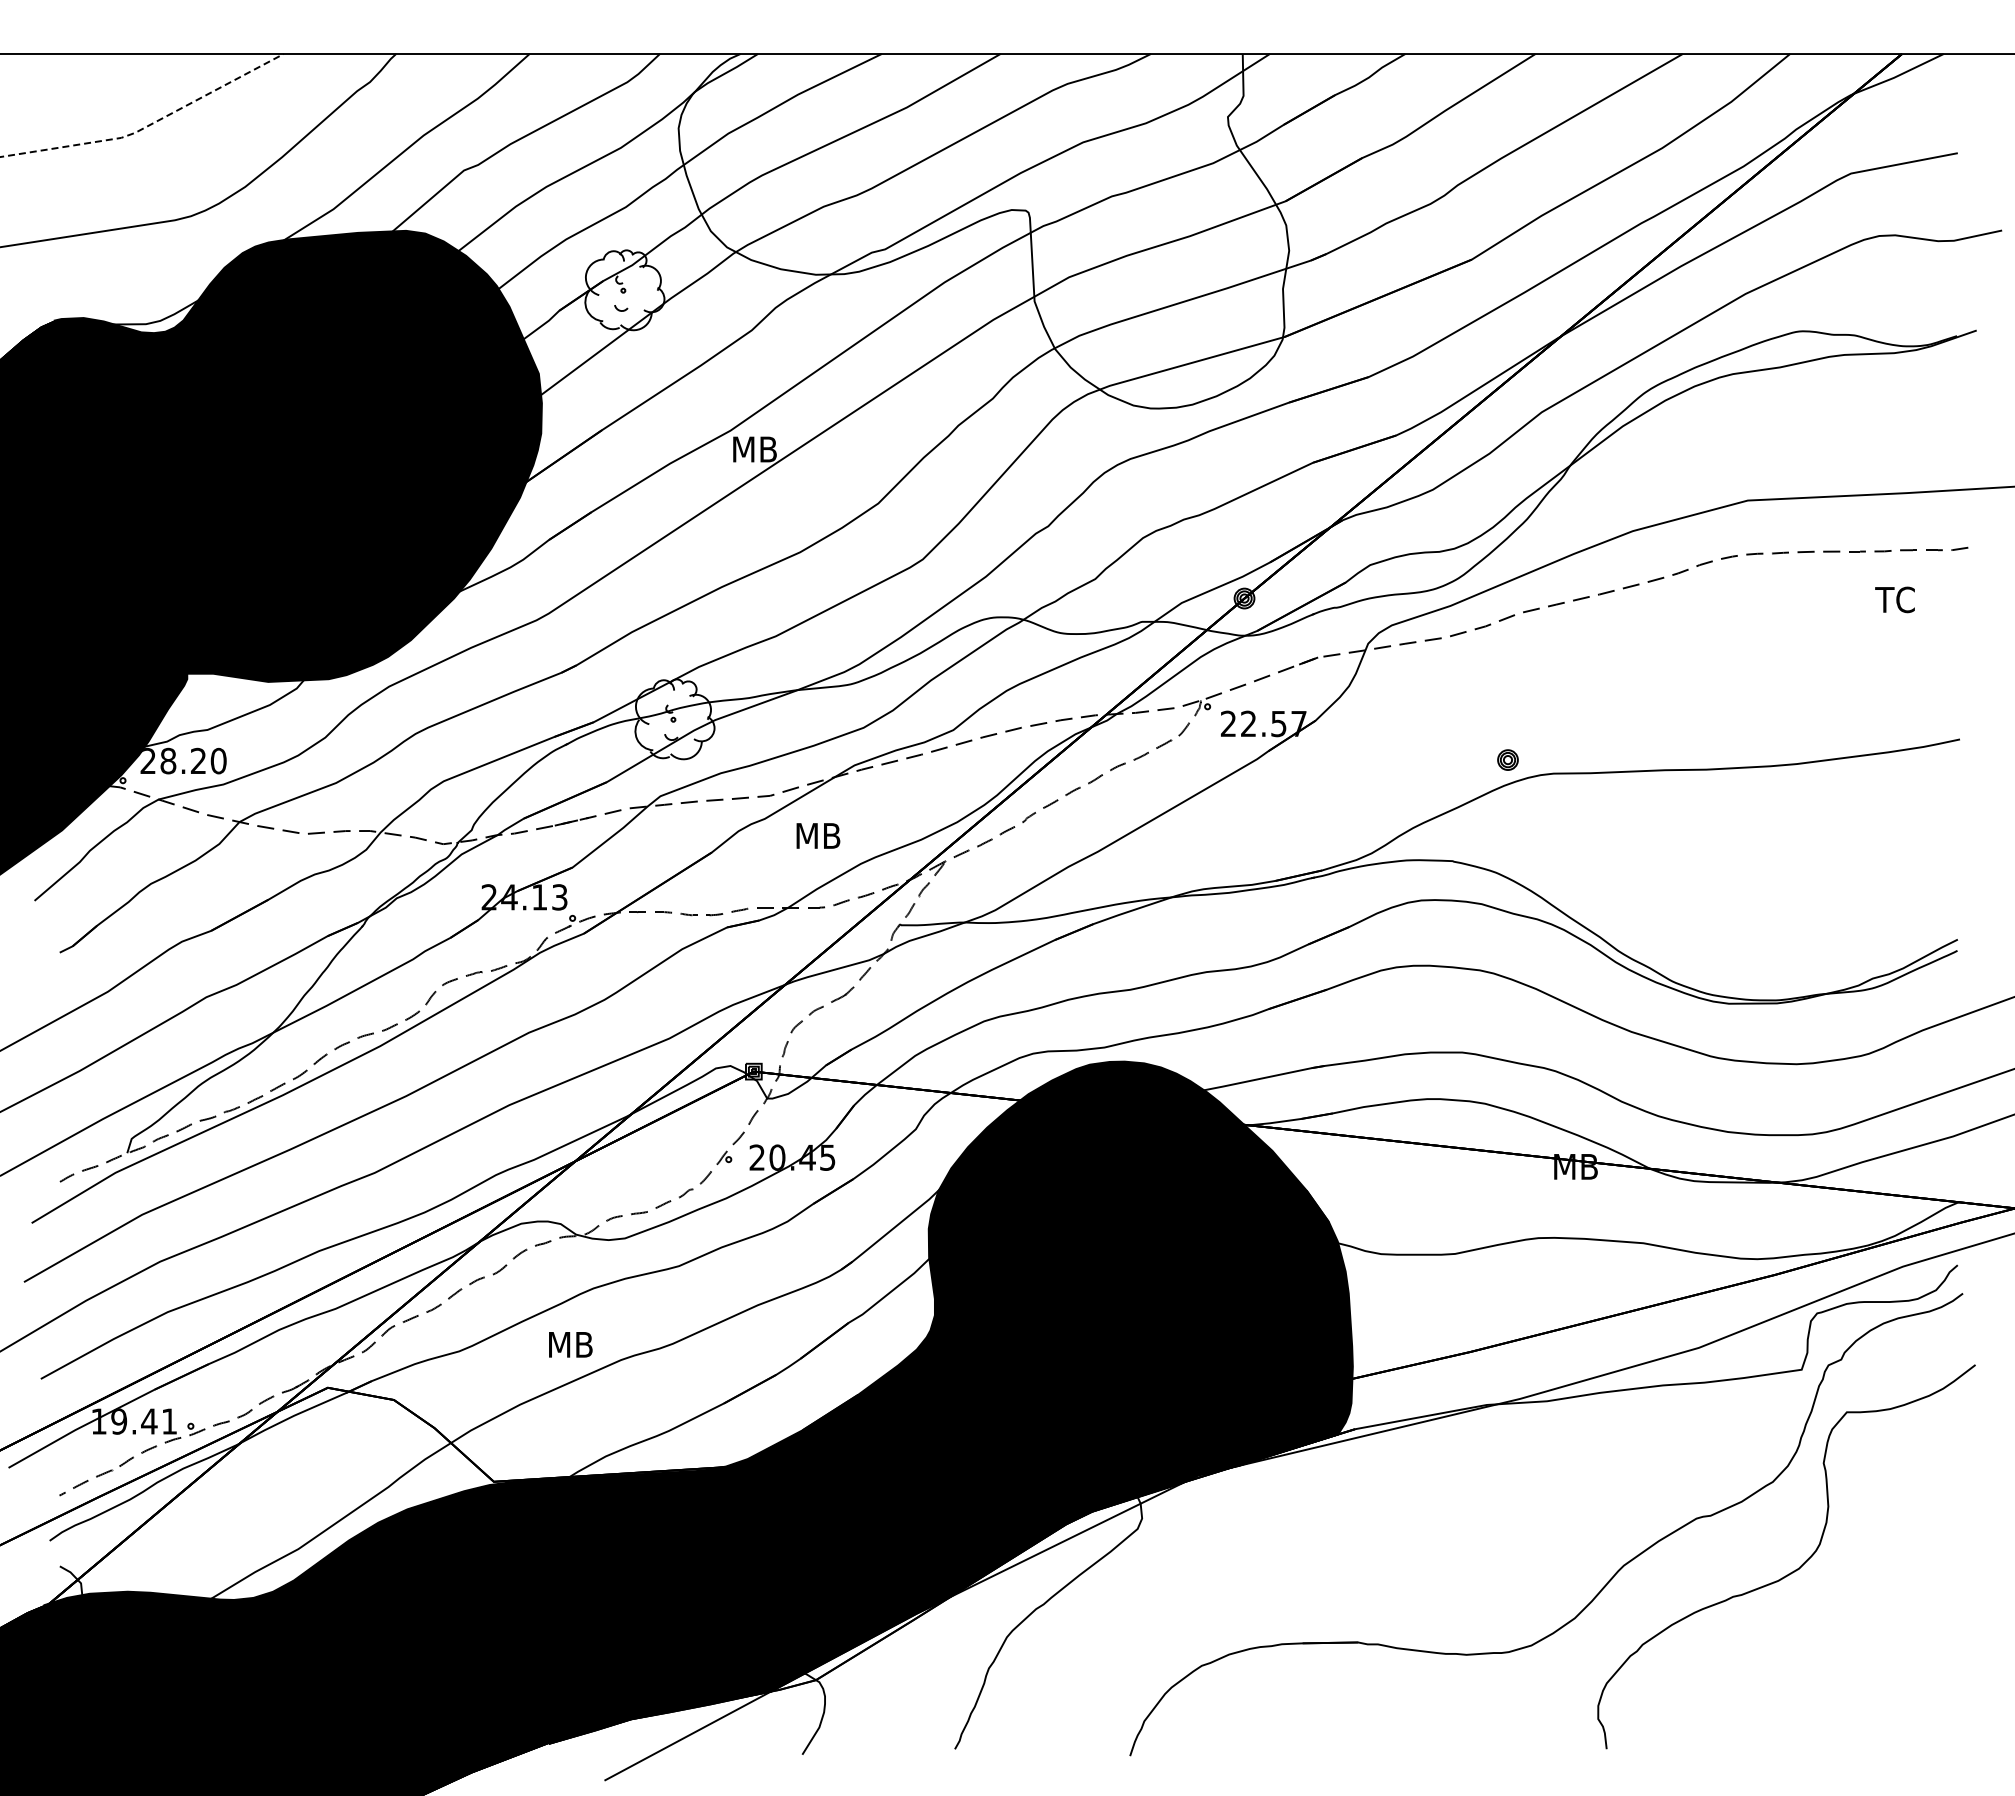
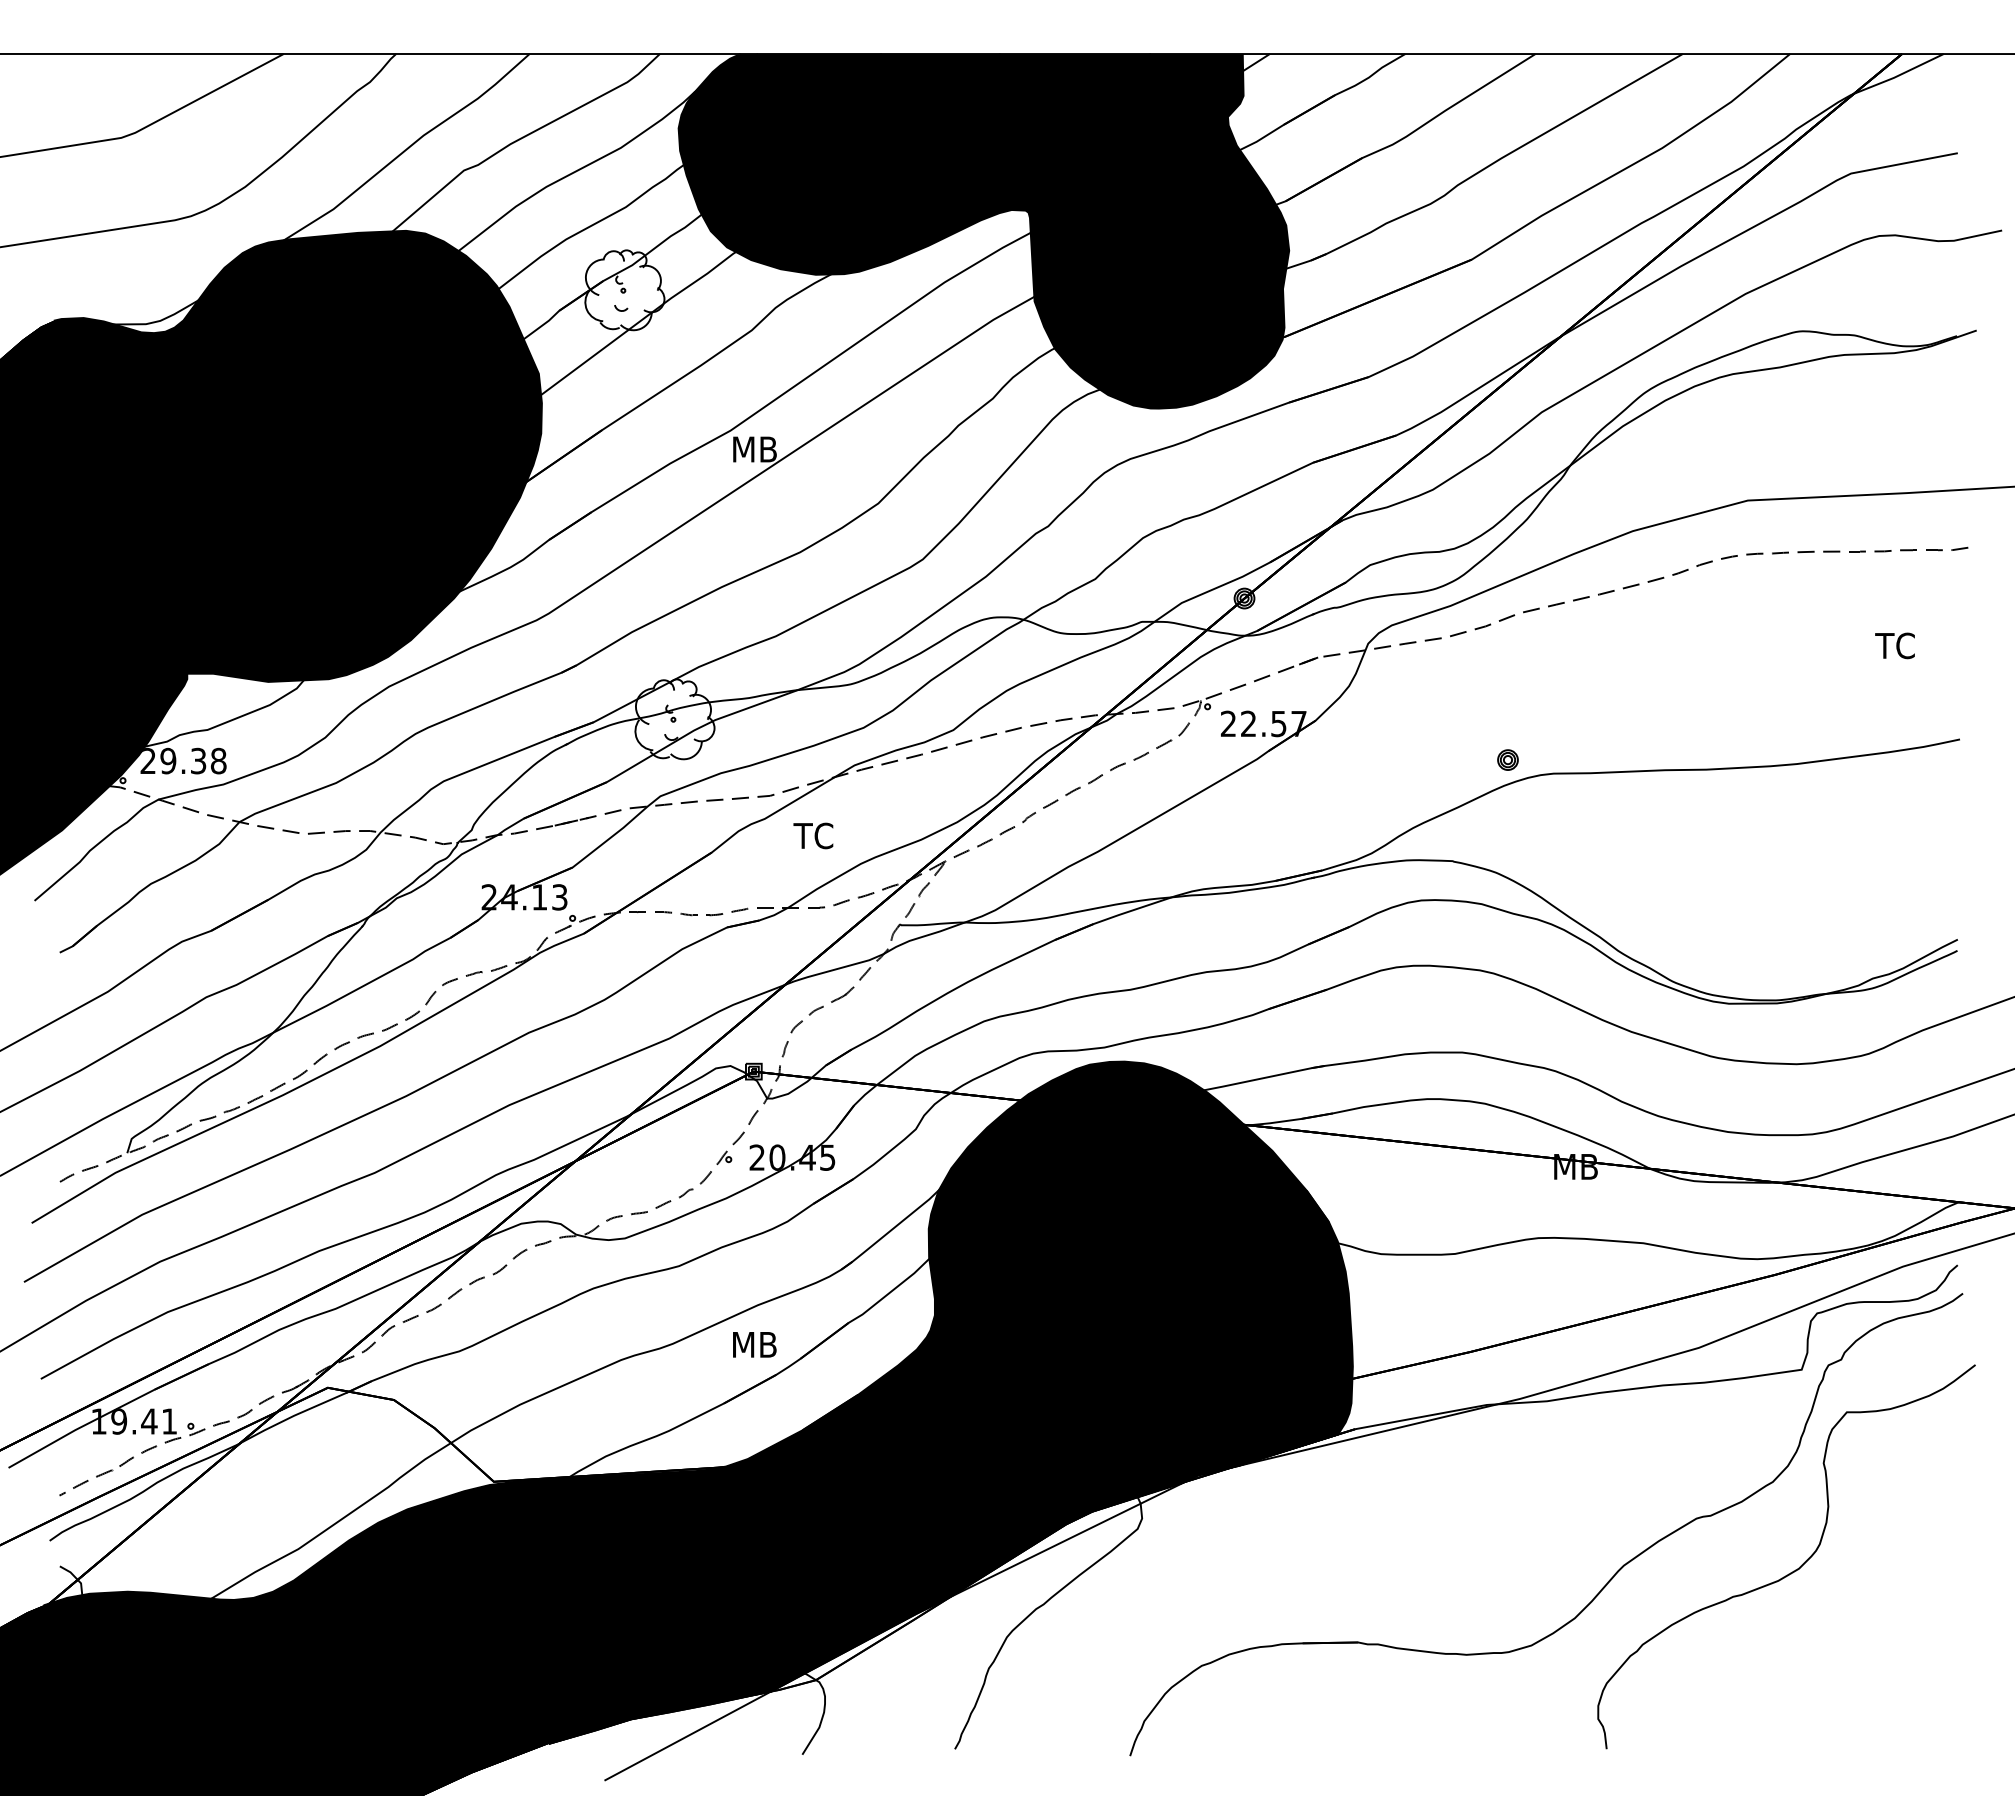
line at (148, 125): dashed -> solid
fill at (983, 231): none -> present
text at (1894, 599) position: (1894, 599) -> (1894, 645)
text at (193, 761): 28.20 -> 29.38
text at (816, 835): MB -> TC
text at (570, 1344) position: (570, 1344) -> (754, 1344)
